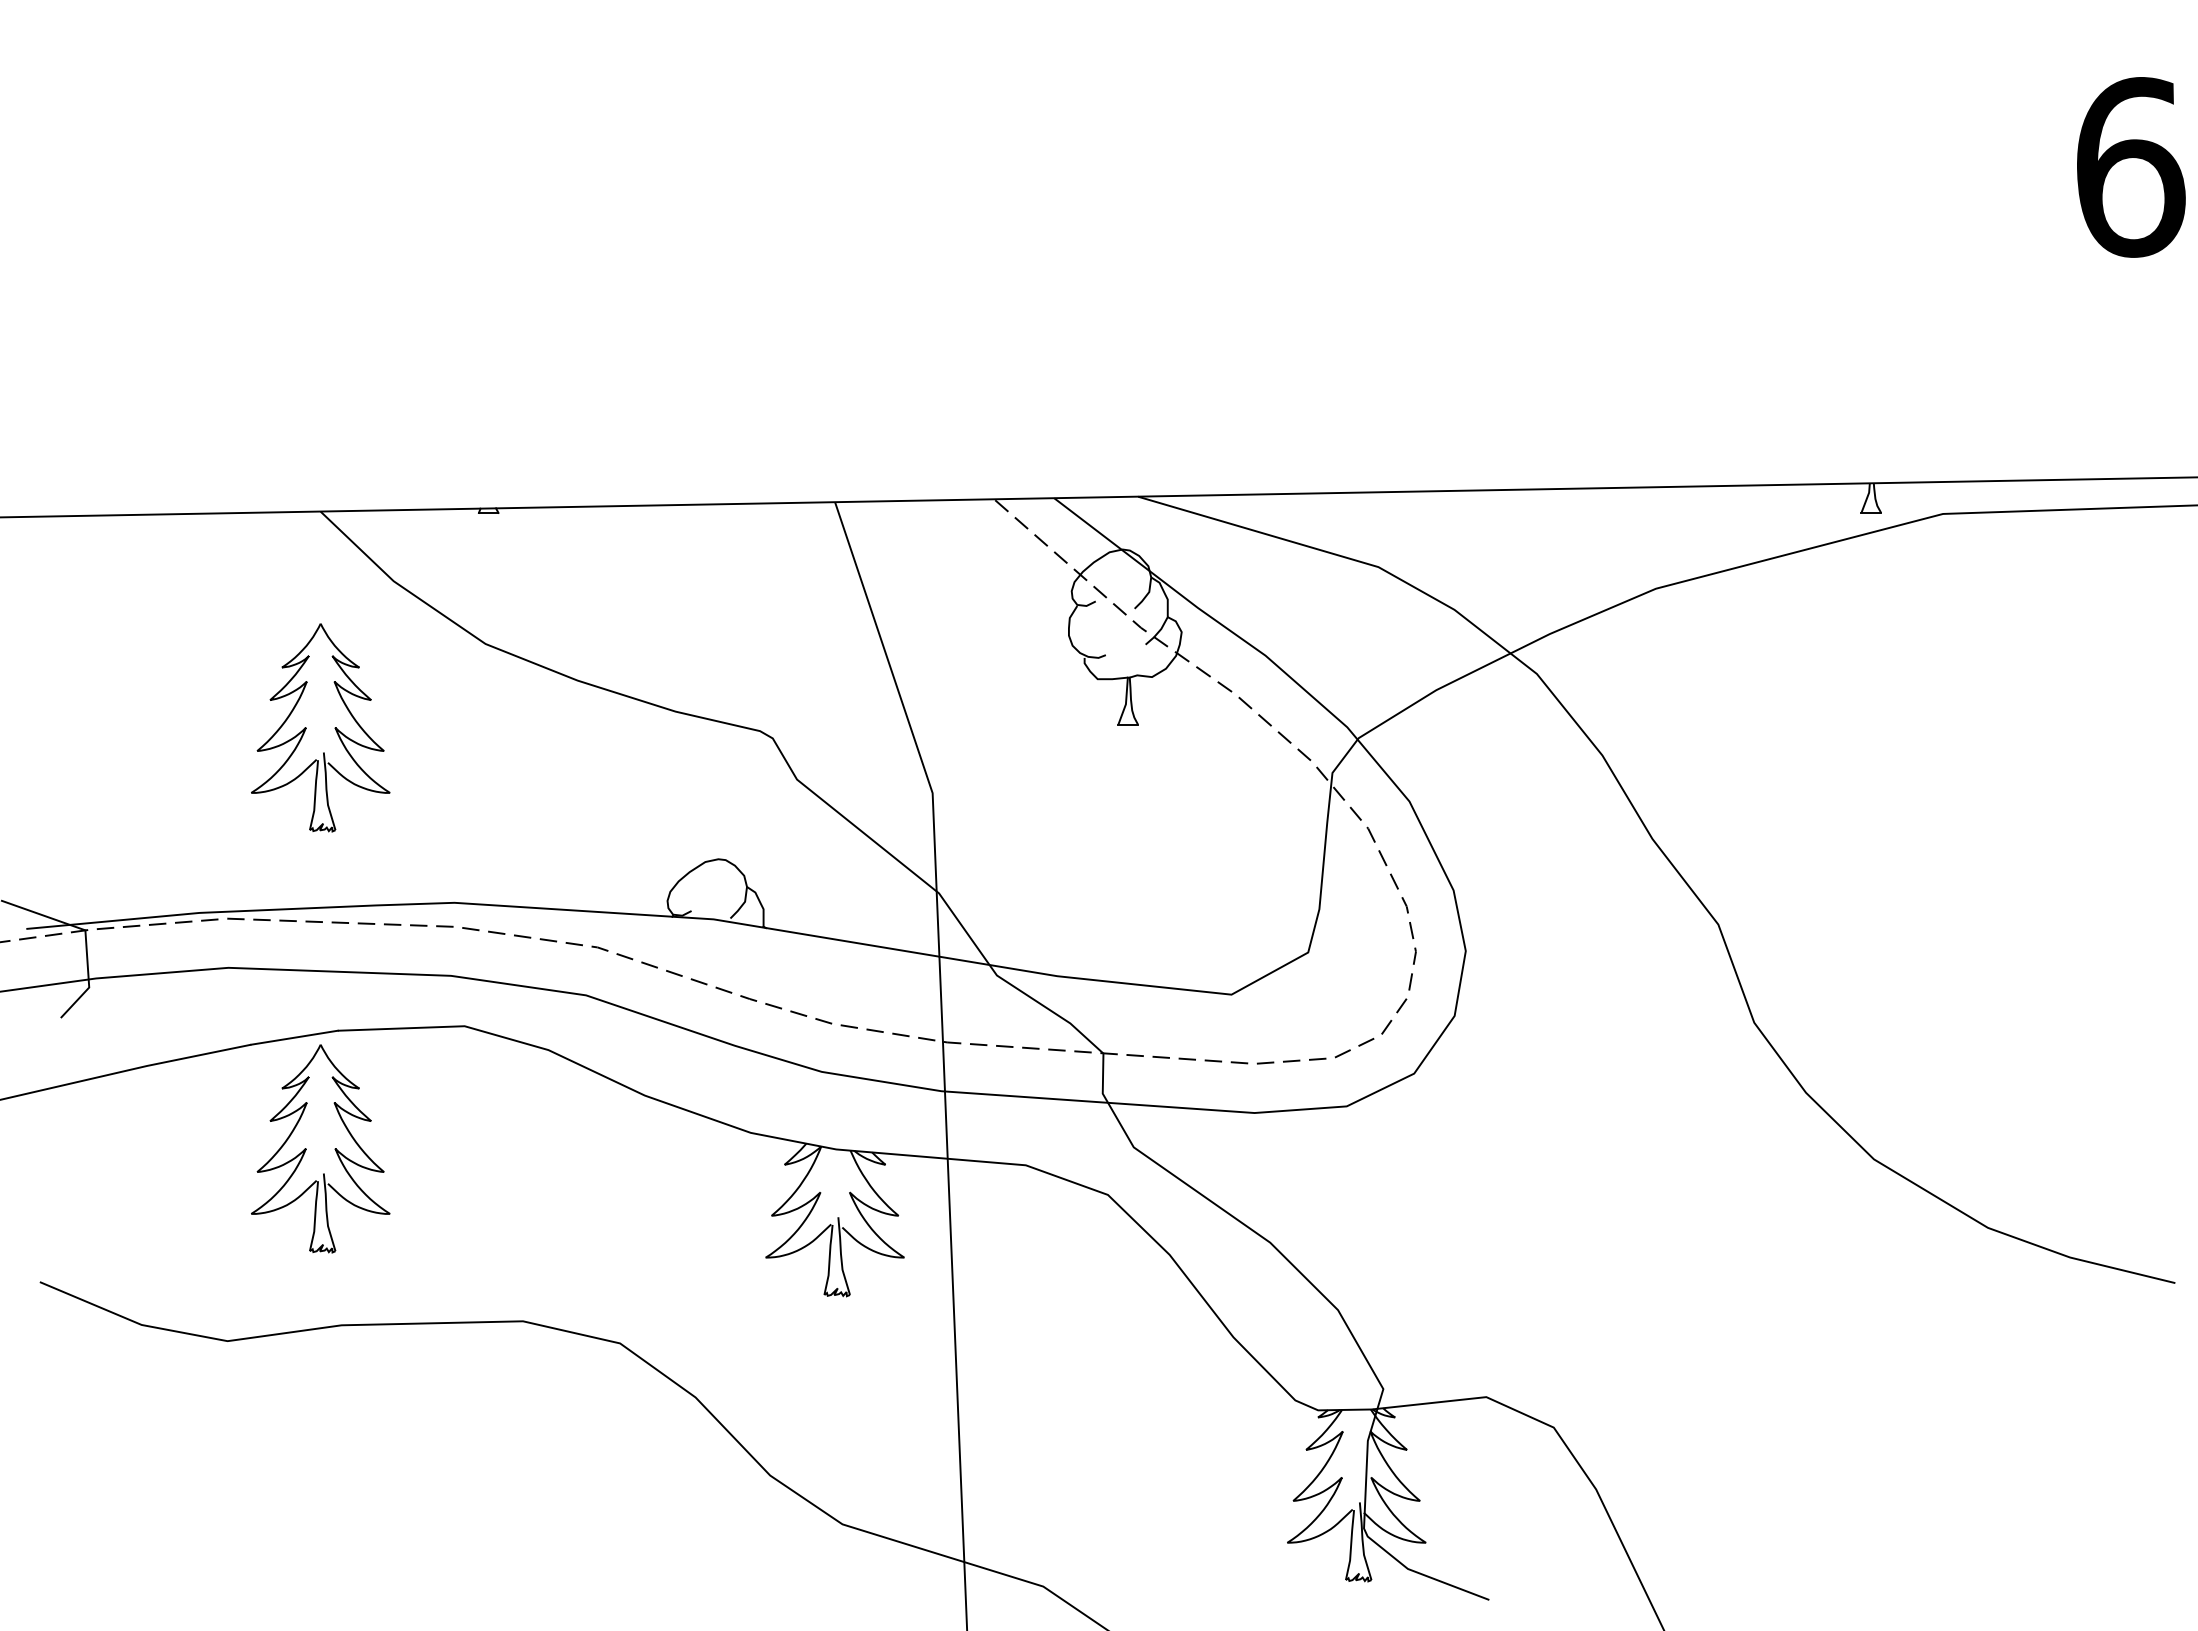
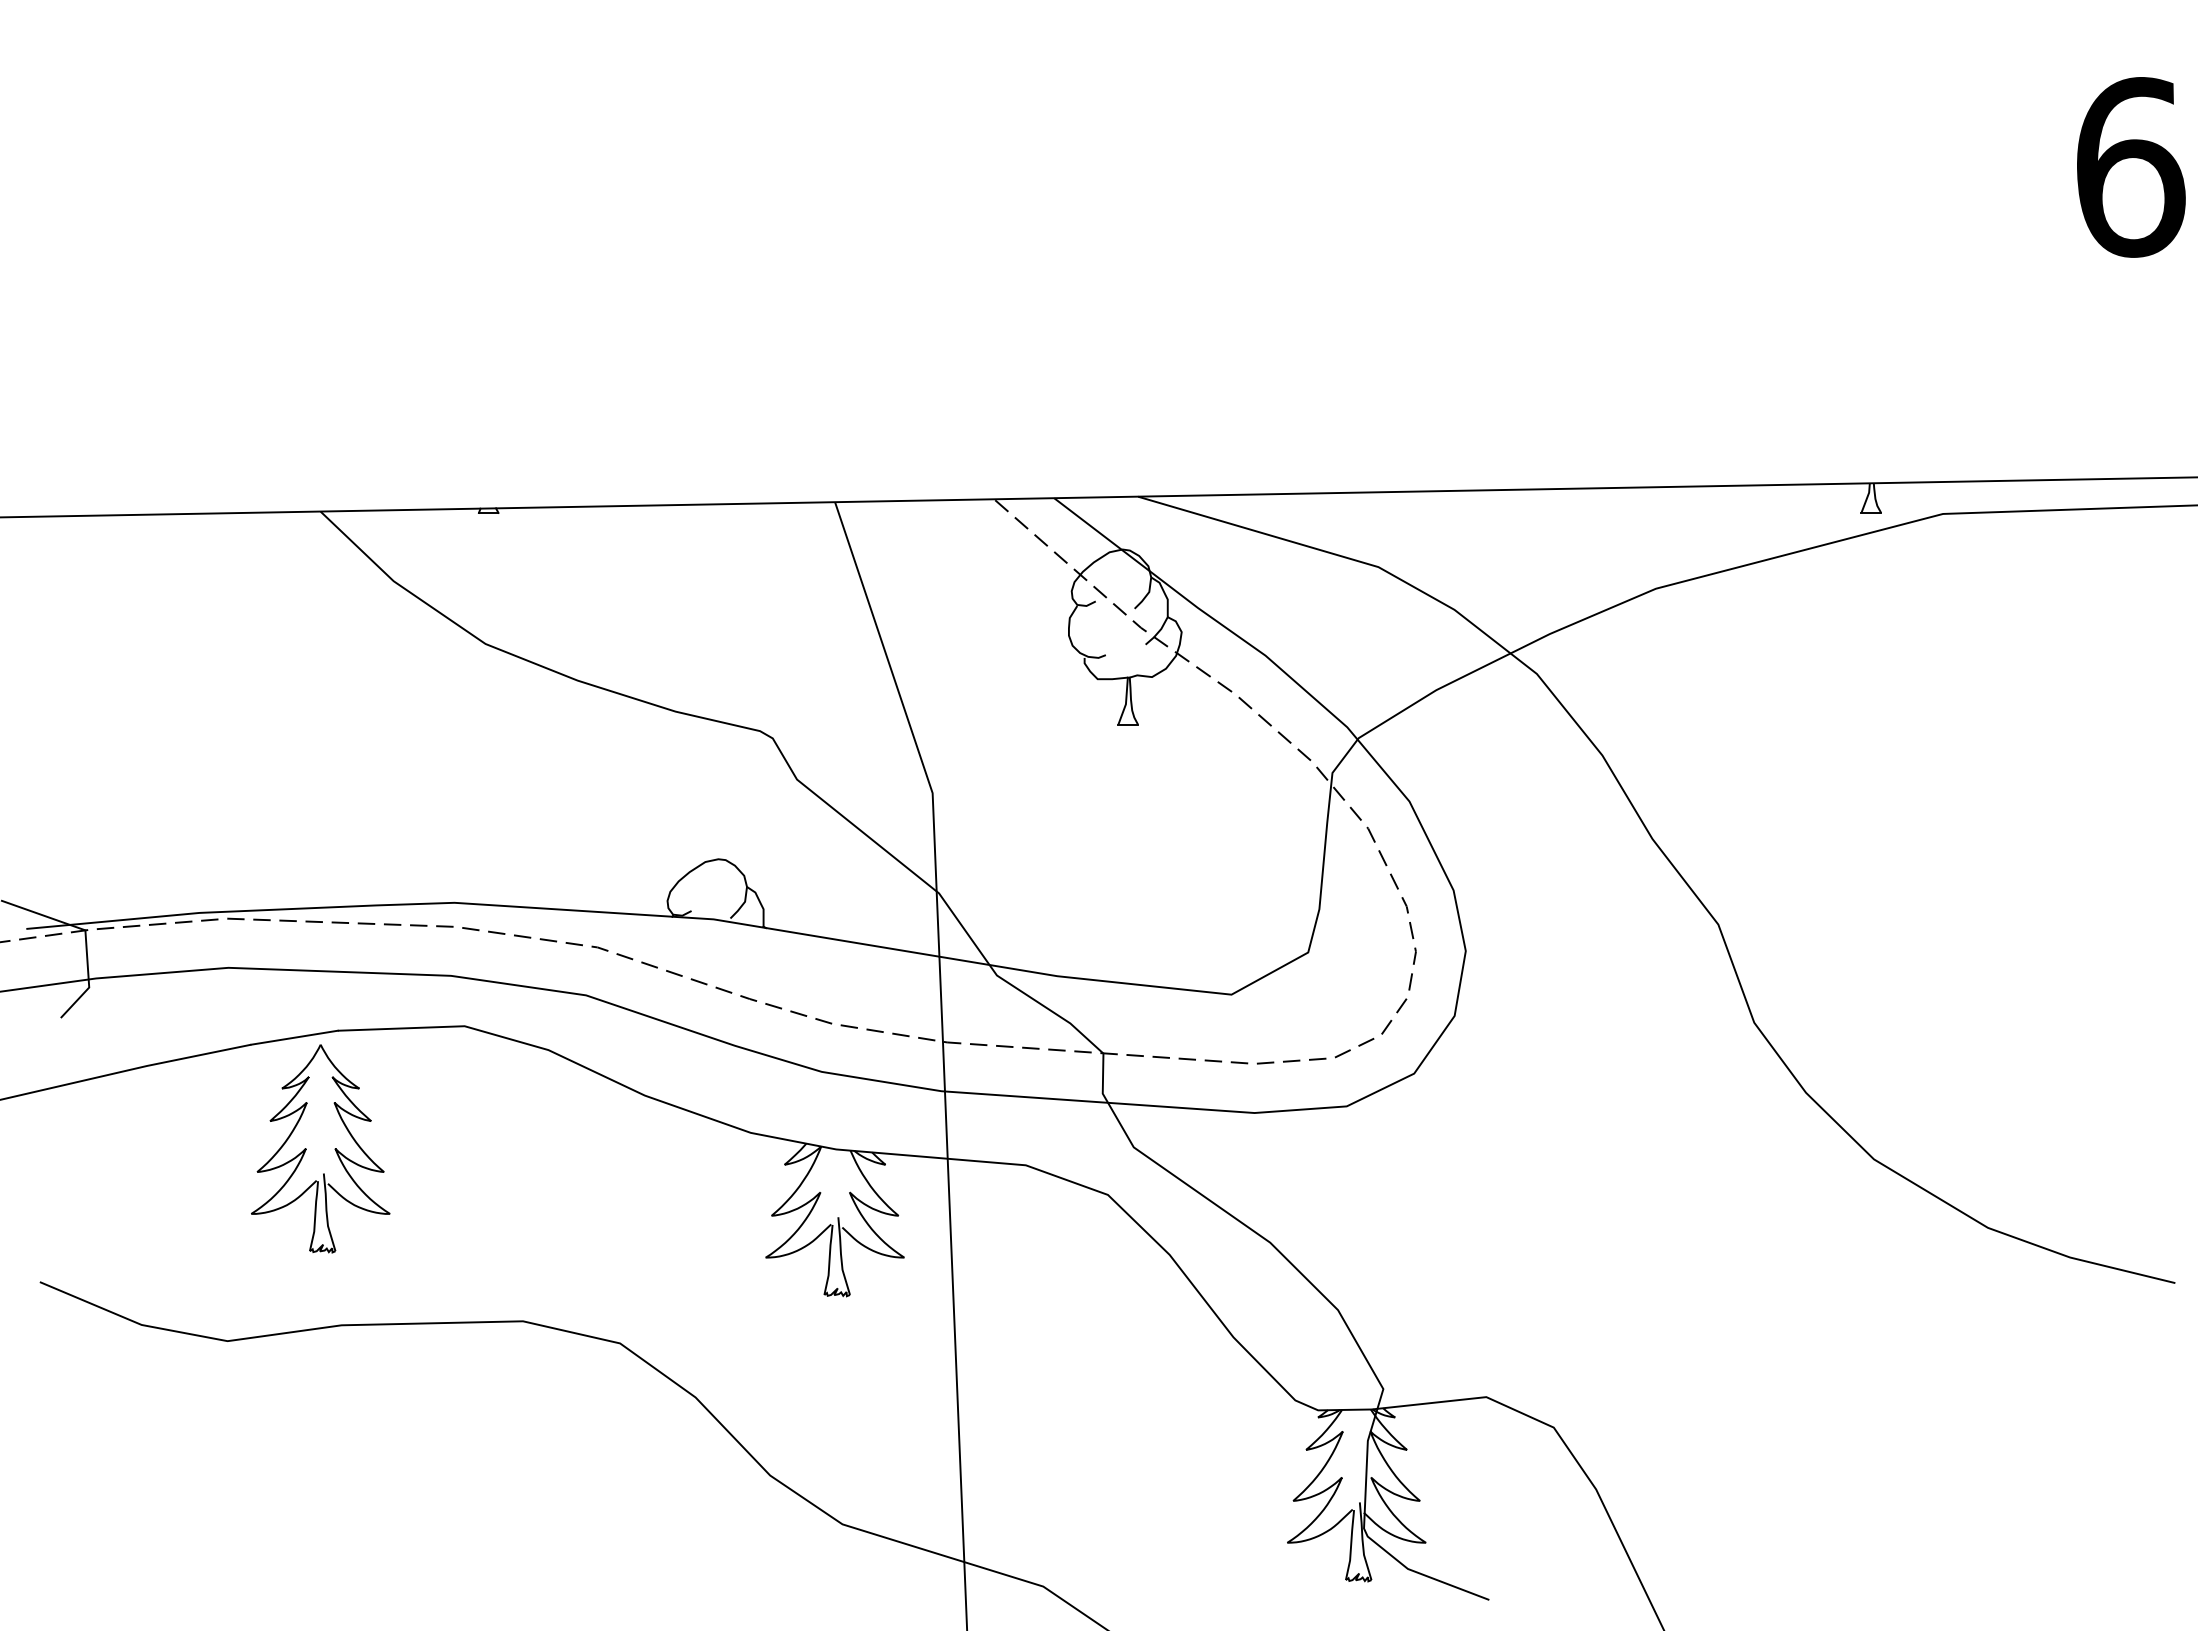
part at (306, 727): present -> none
